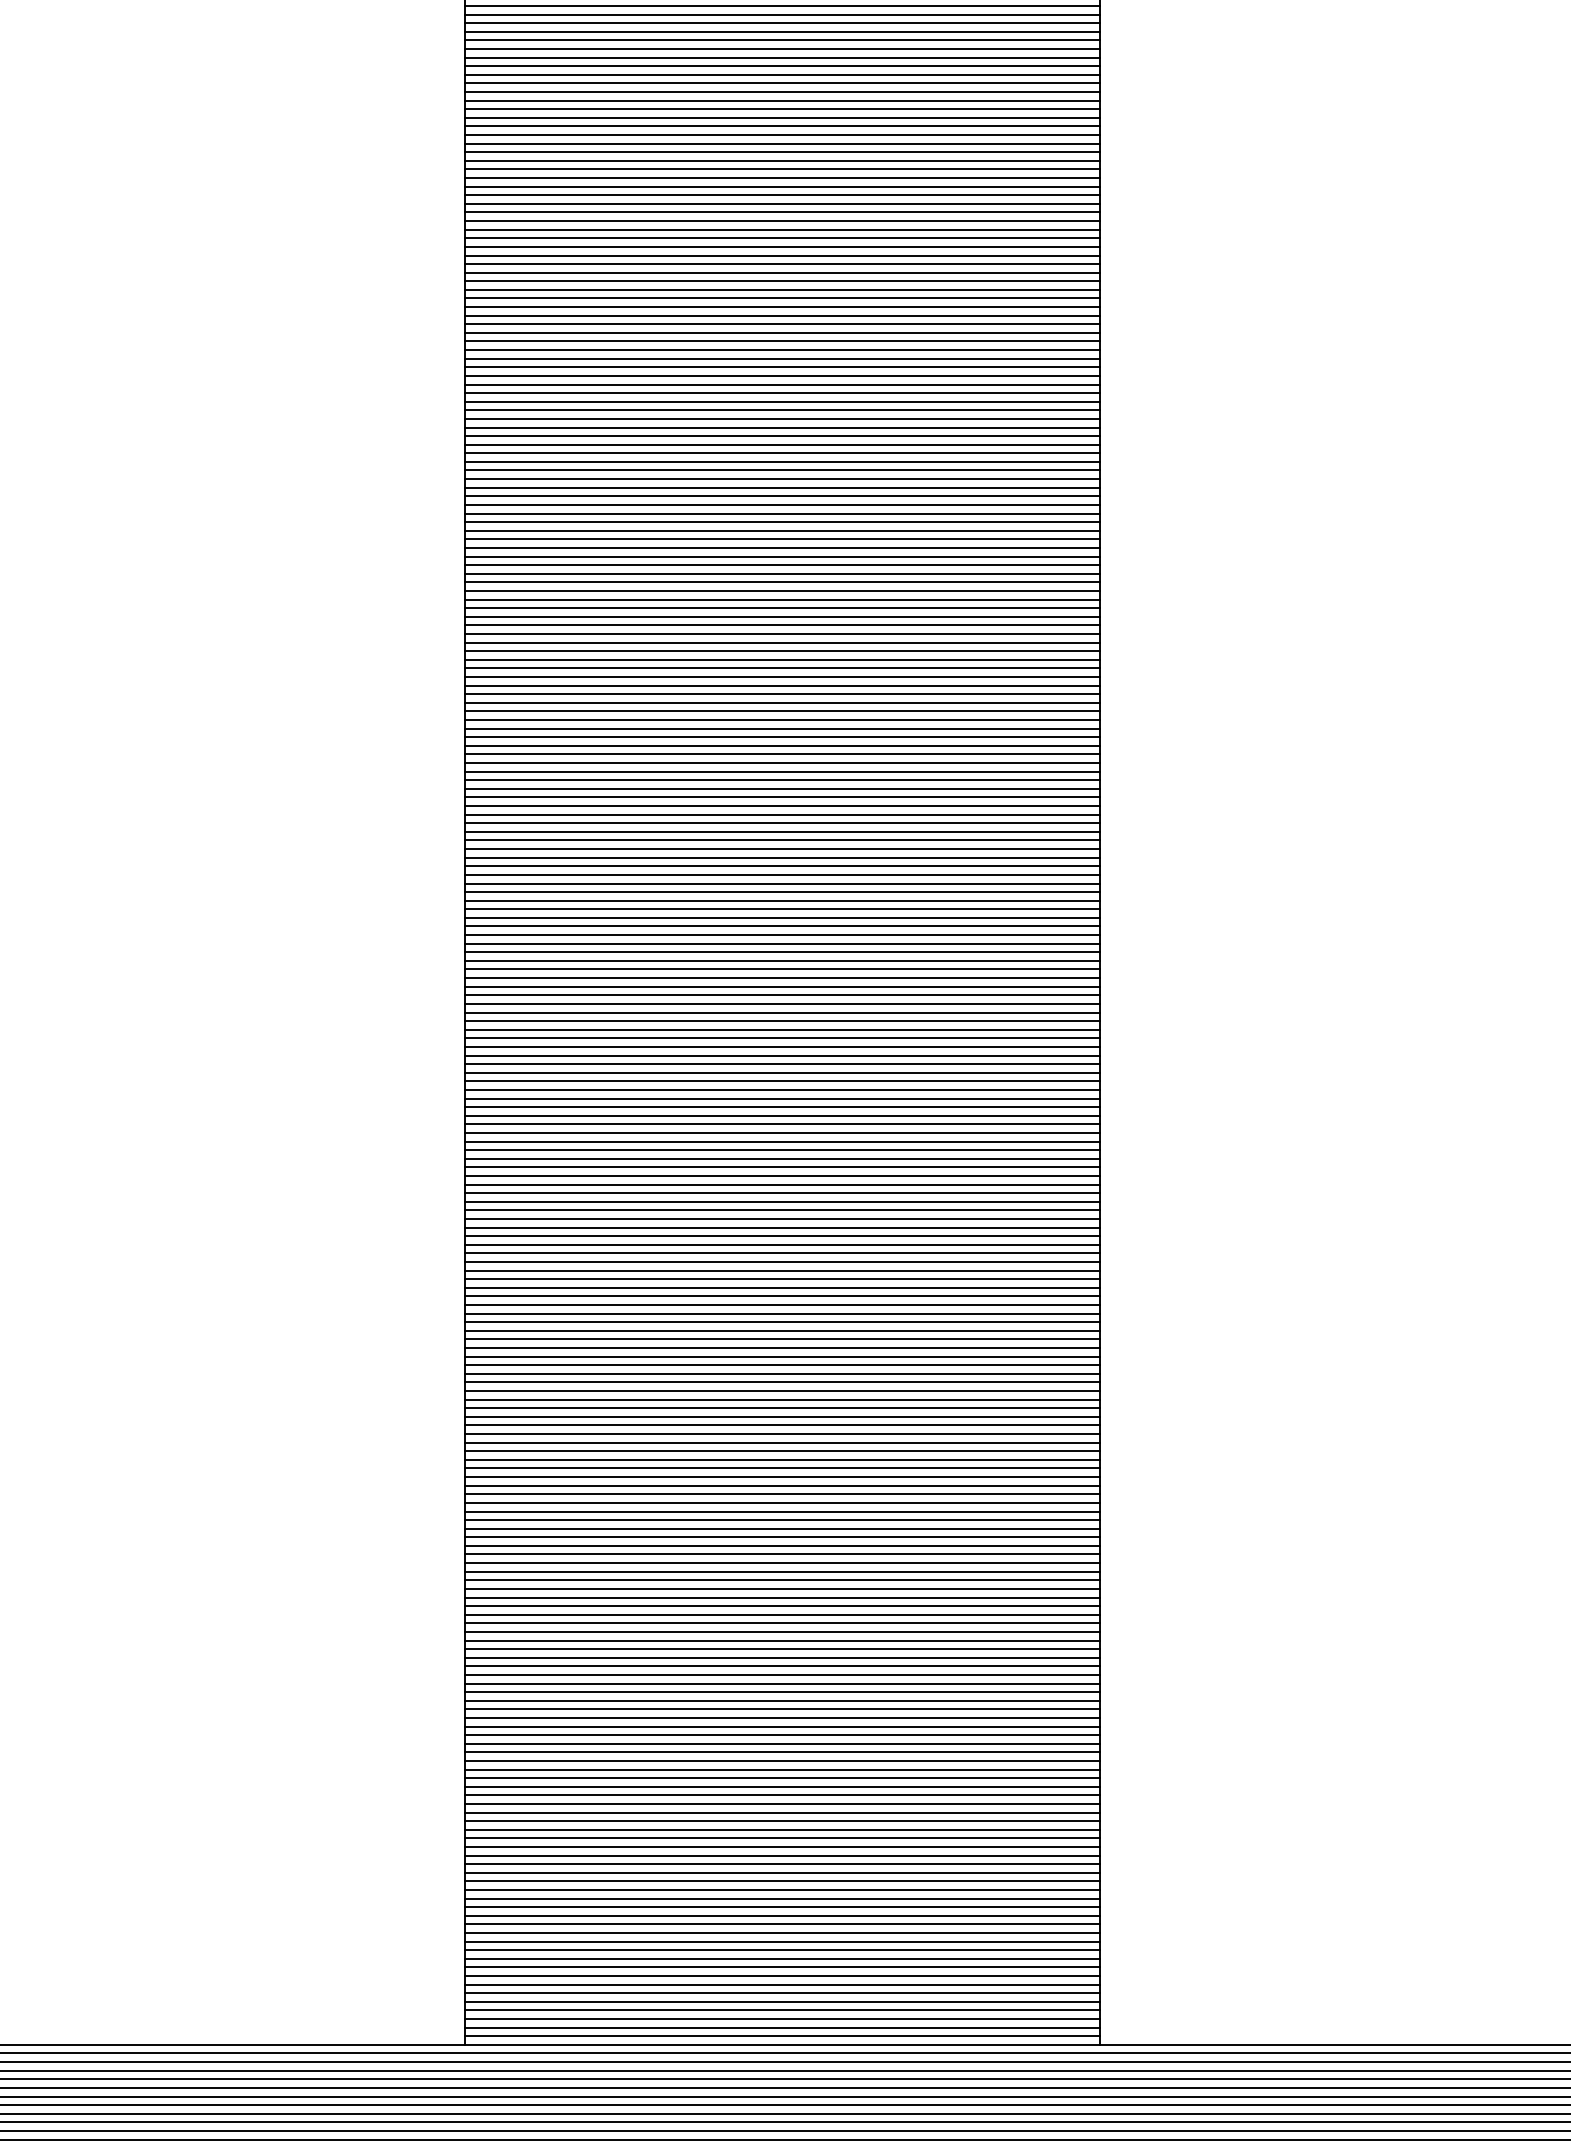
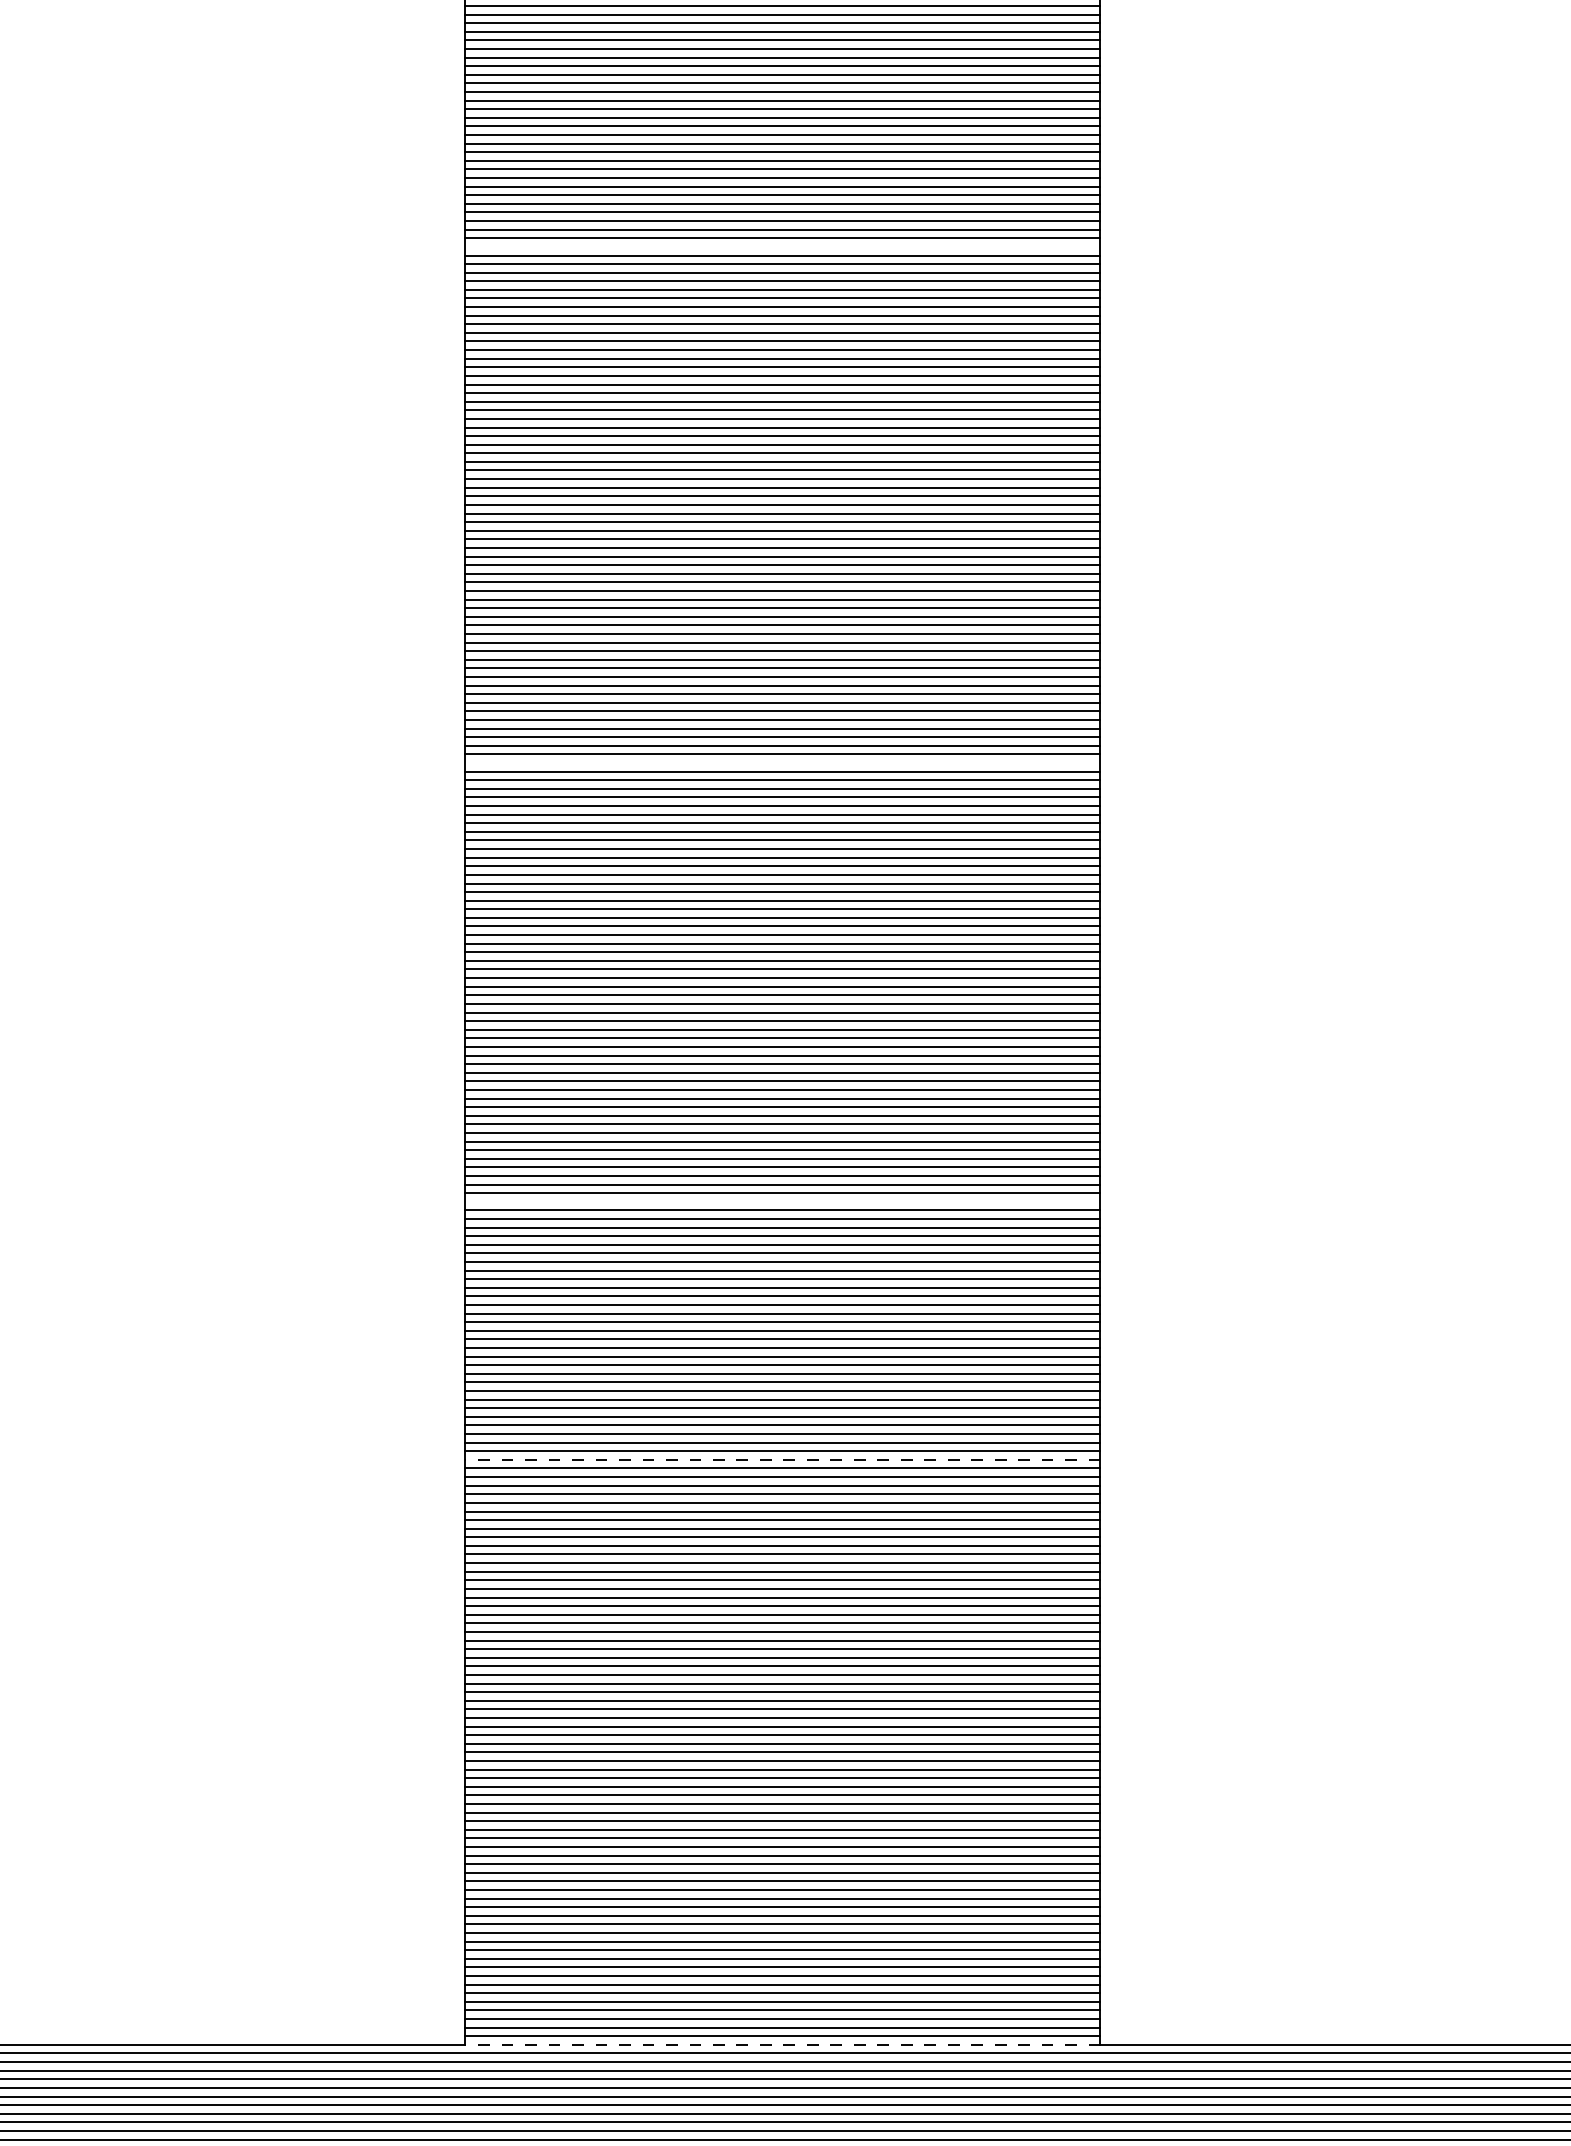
line at (782, 246): present -> none
line at (782, 763): present -> none
line at (782, 1201): present -> none
line at (782, 1459): solid -> dashed
line at (782, 2044): solid -> dashed
